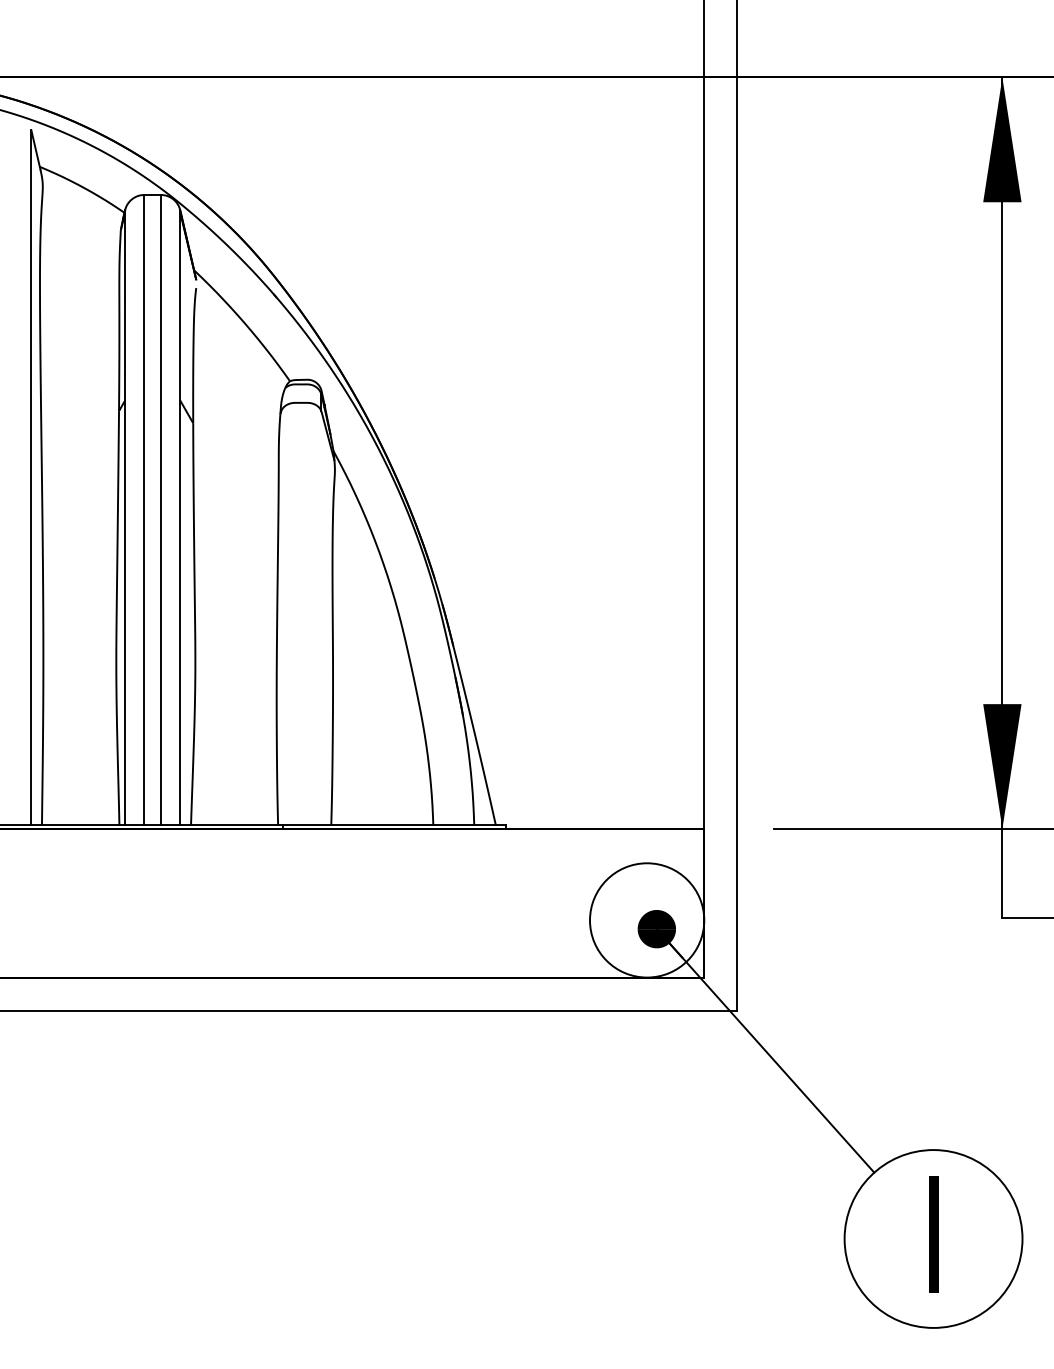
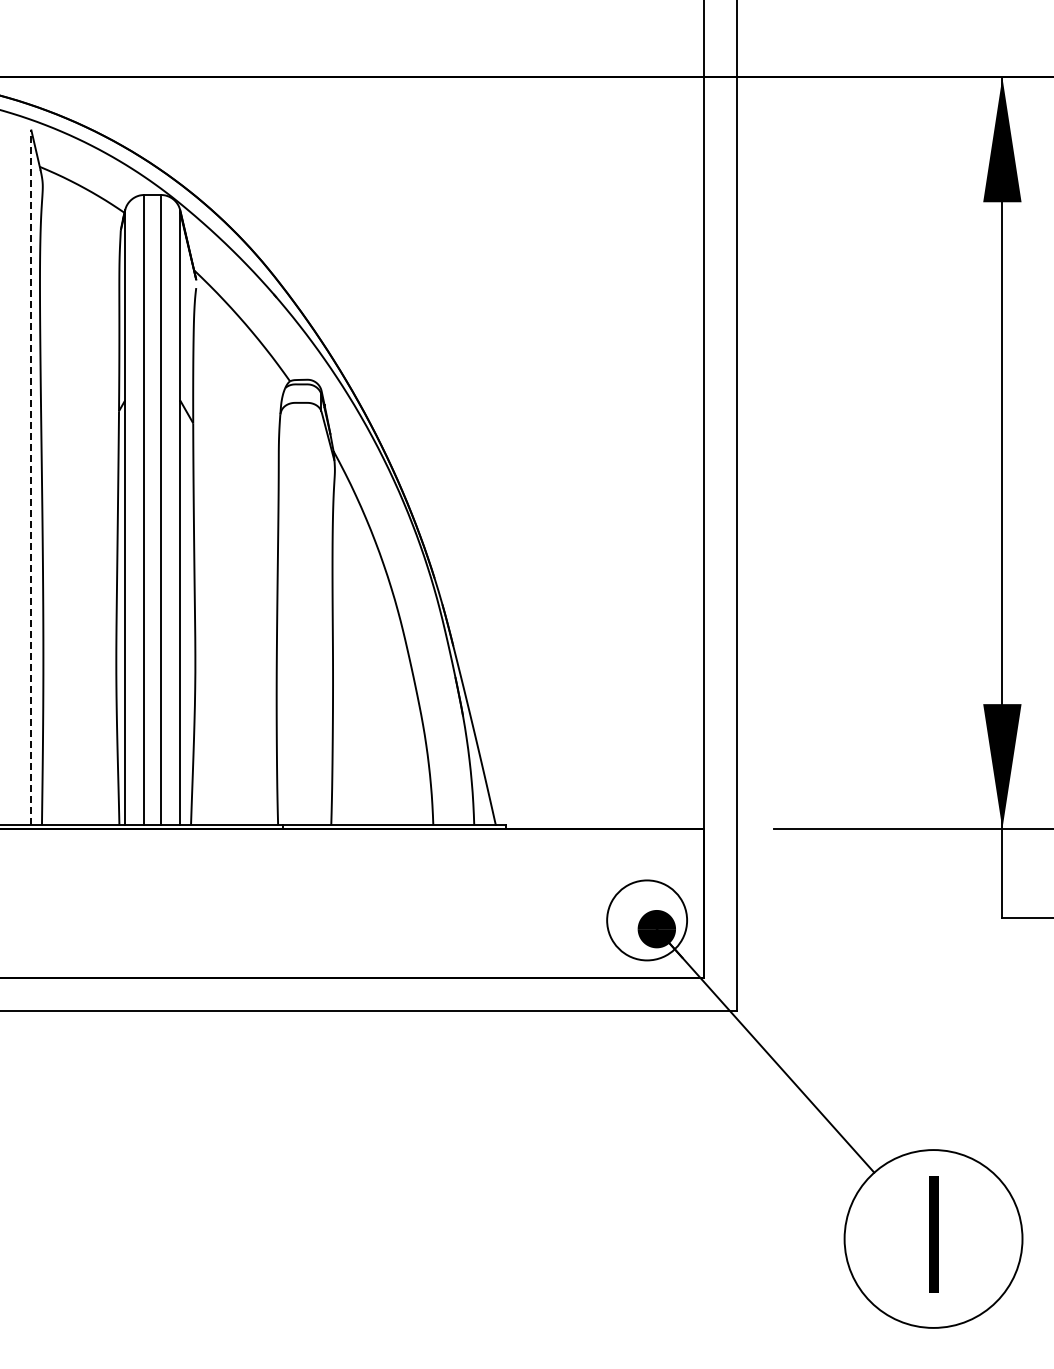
line at (31, 477): solid -> dashed
circle at (647, 920) diameter: 114 px -> 80 px
